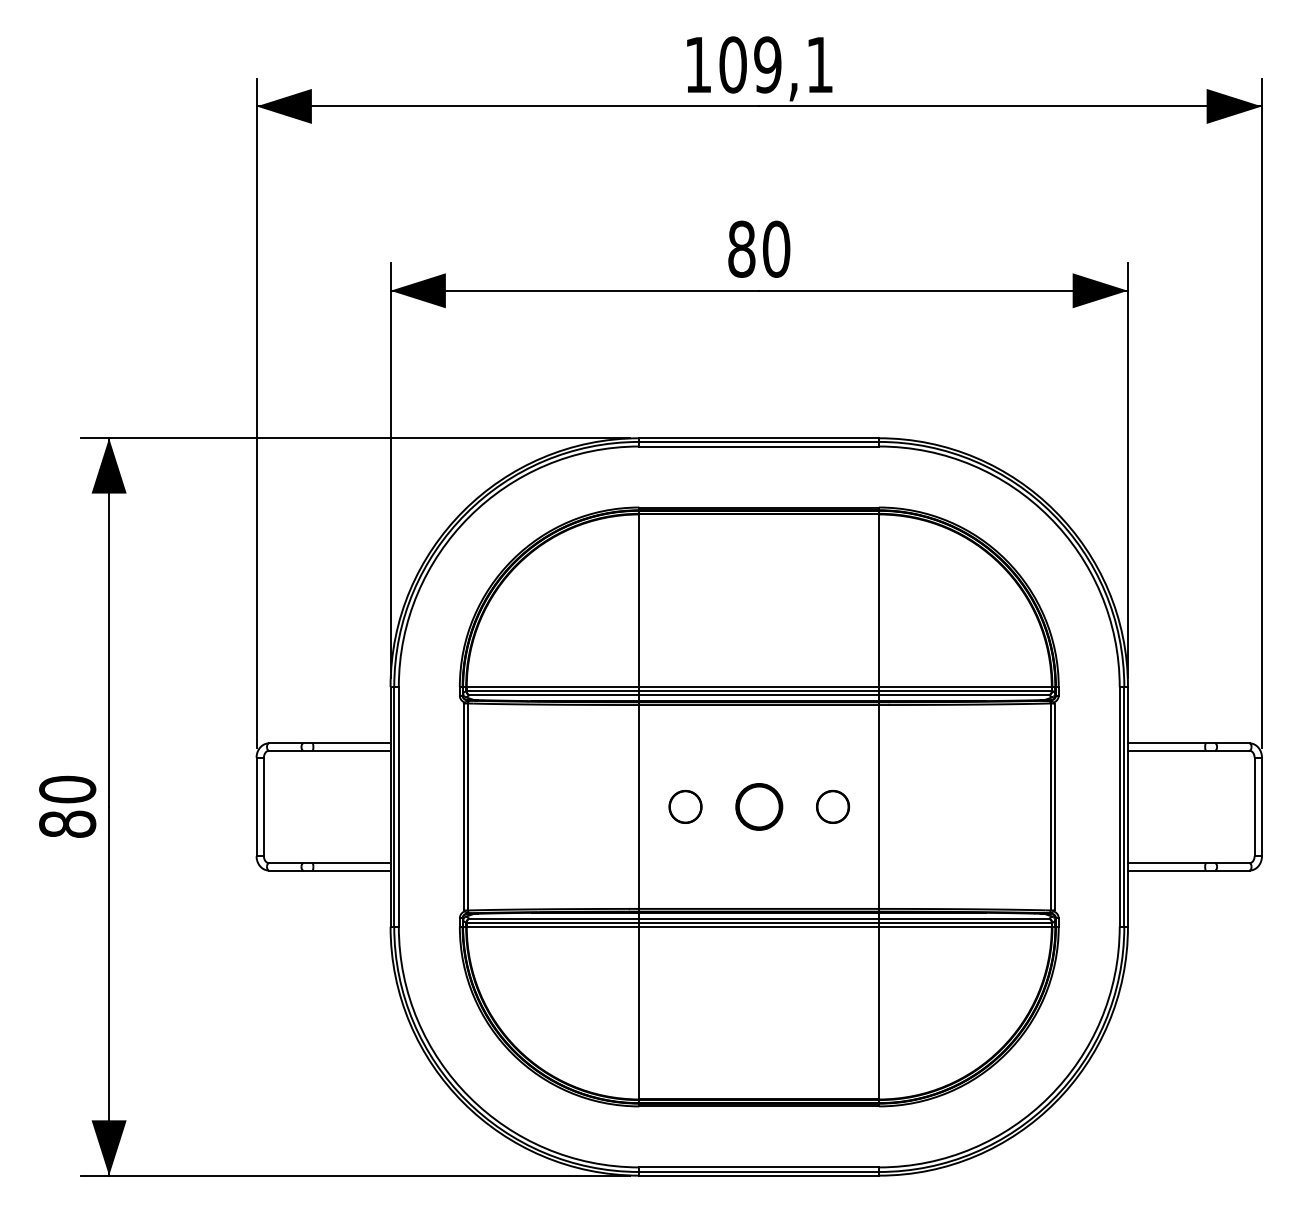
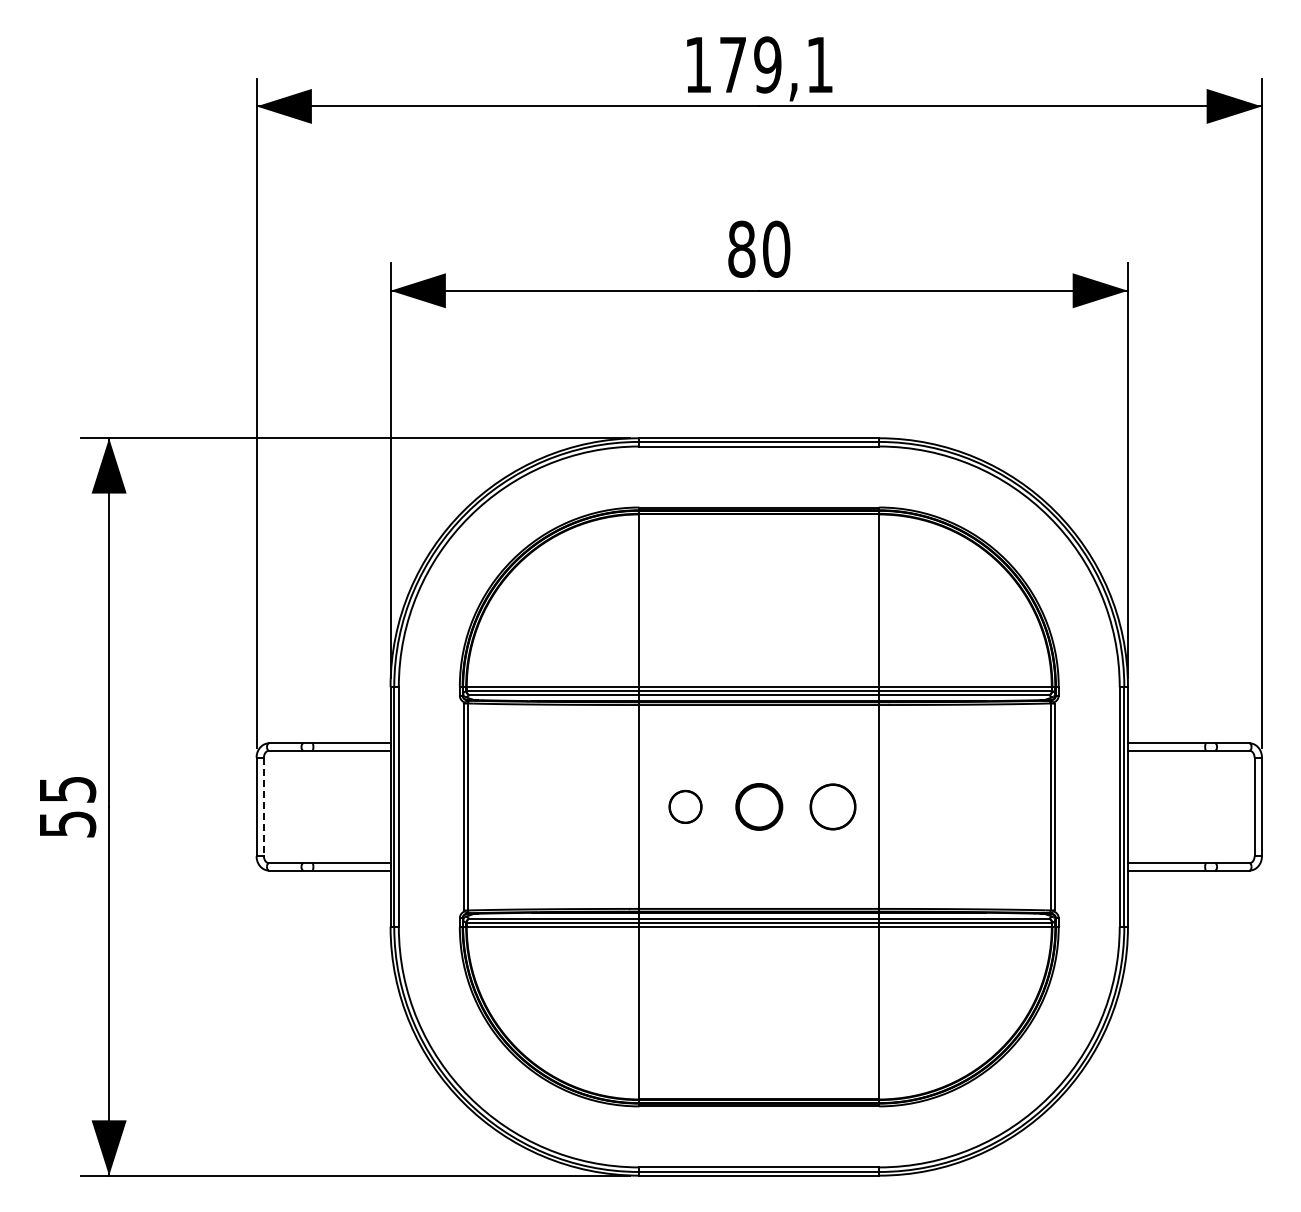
text at (732, 64): 109,1 -> 179,1
text at (67, 806): 80 -> 55
circle at (832, 806) size: 34x34 px -> 48x48 px
line at (263, 807): solid -> dashed
